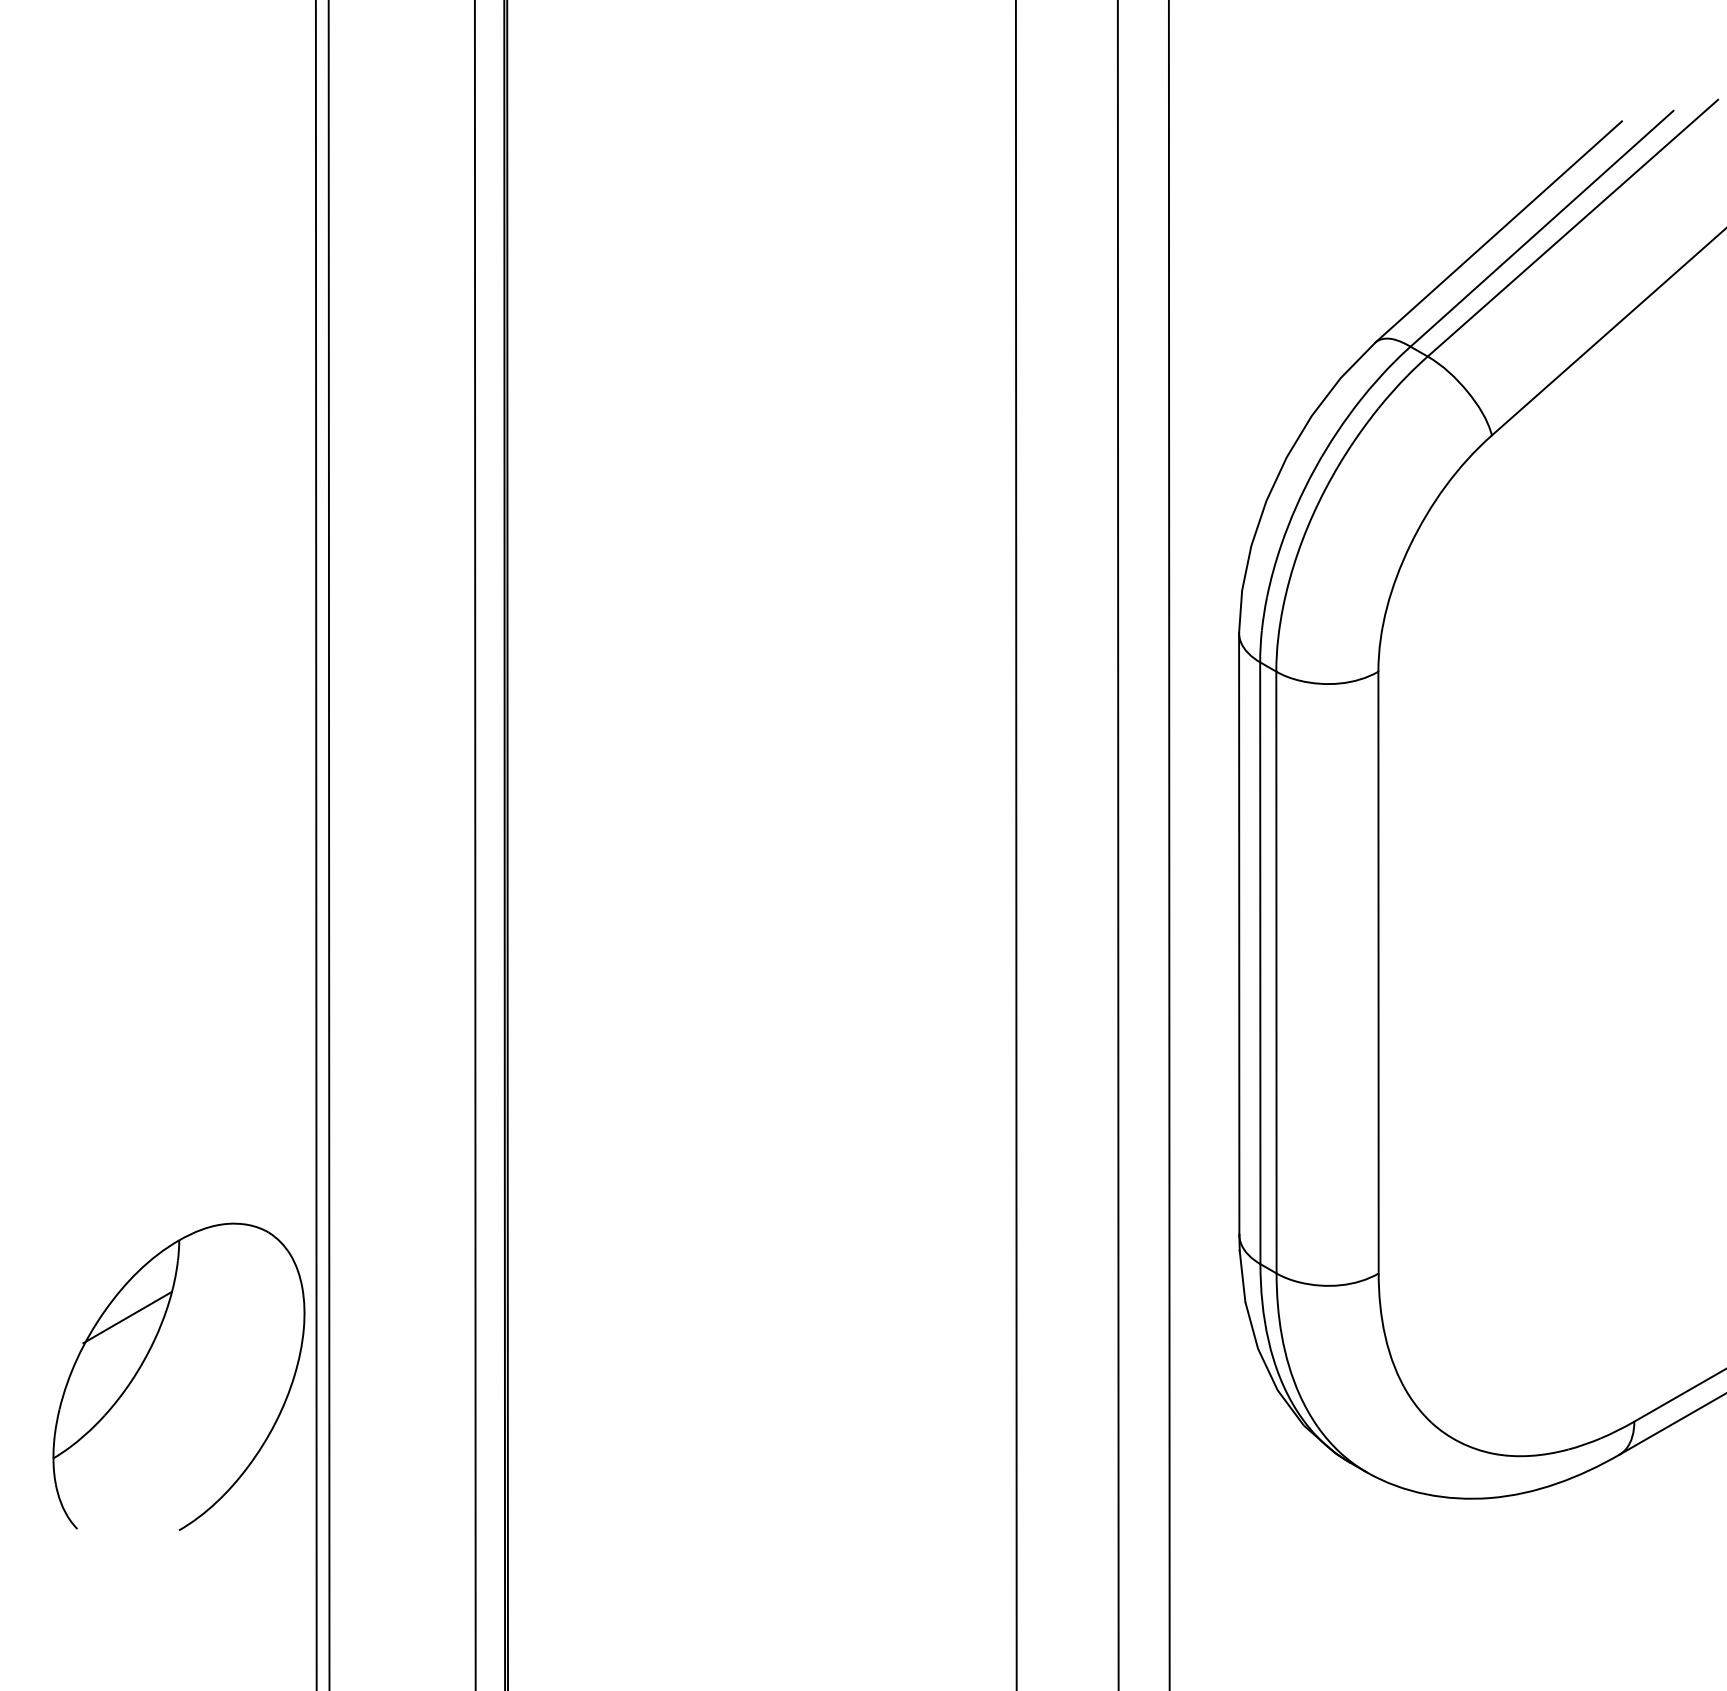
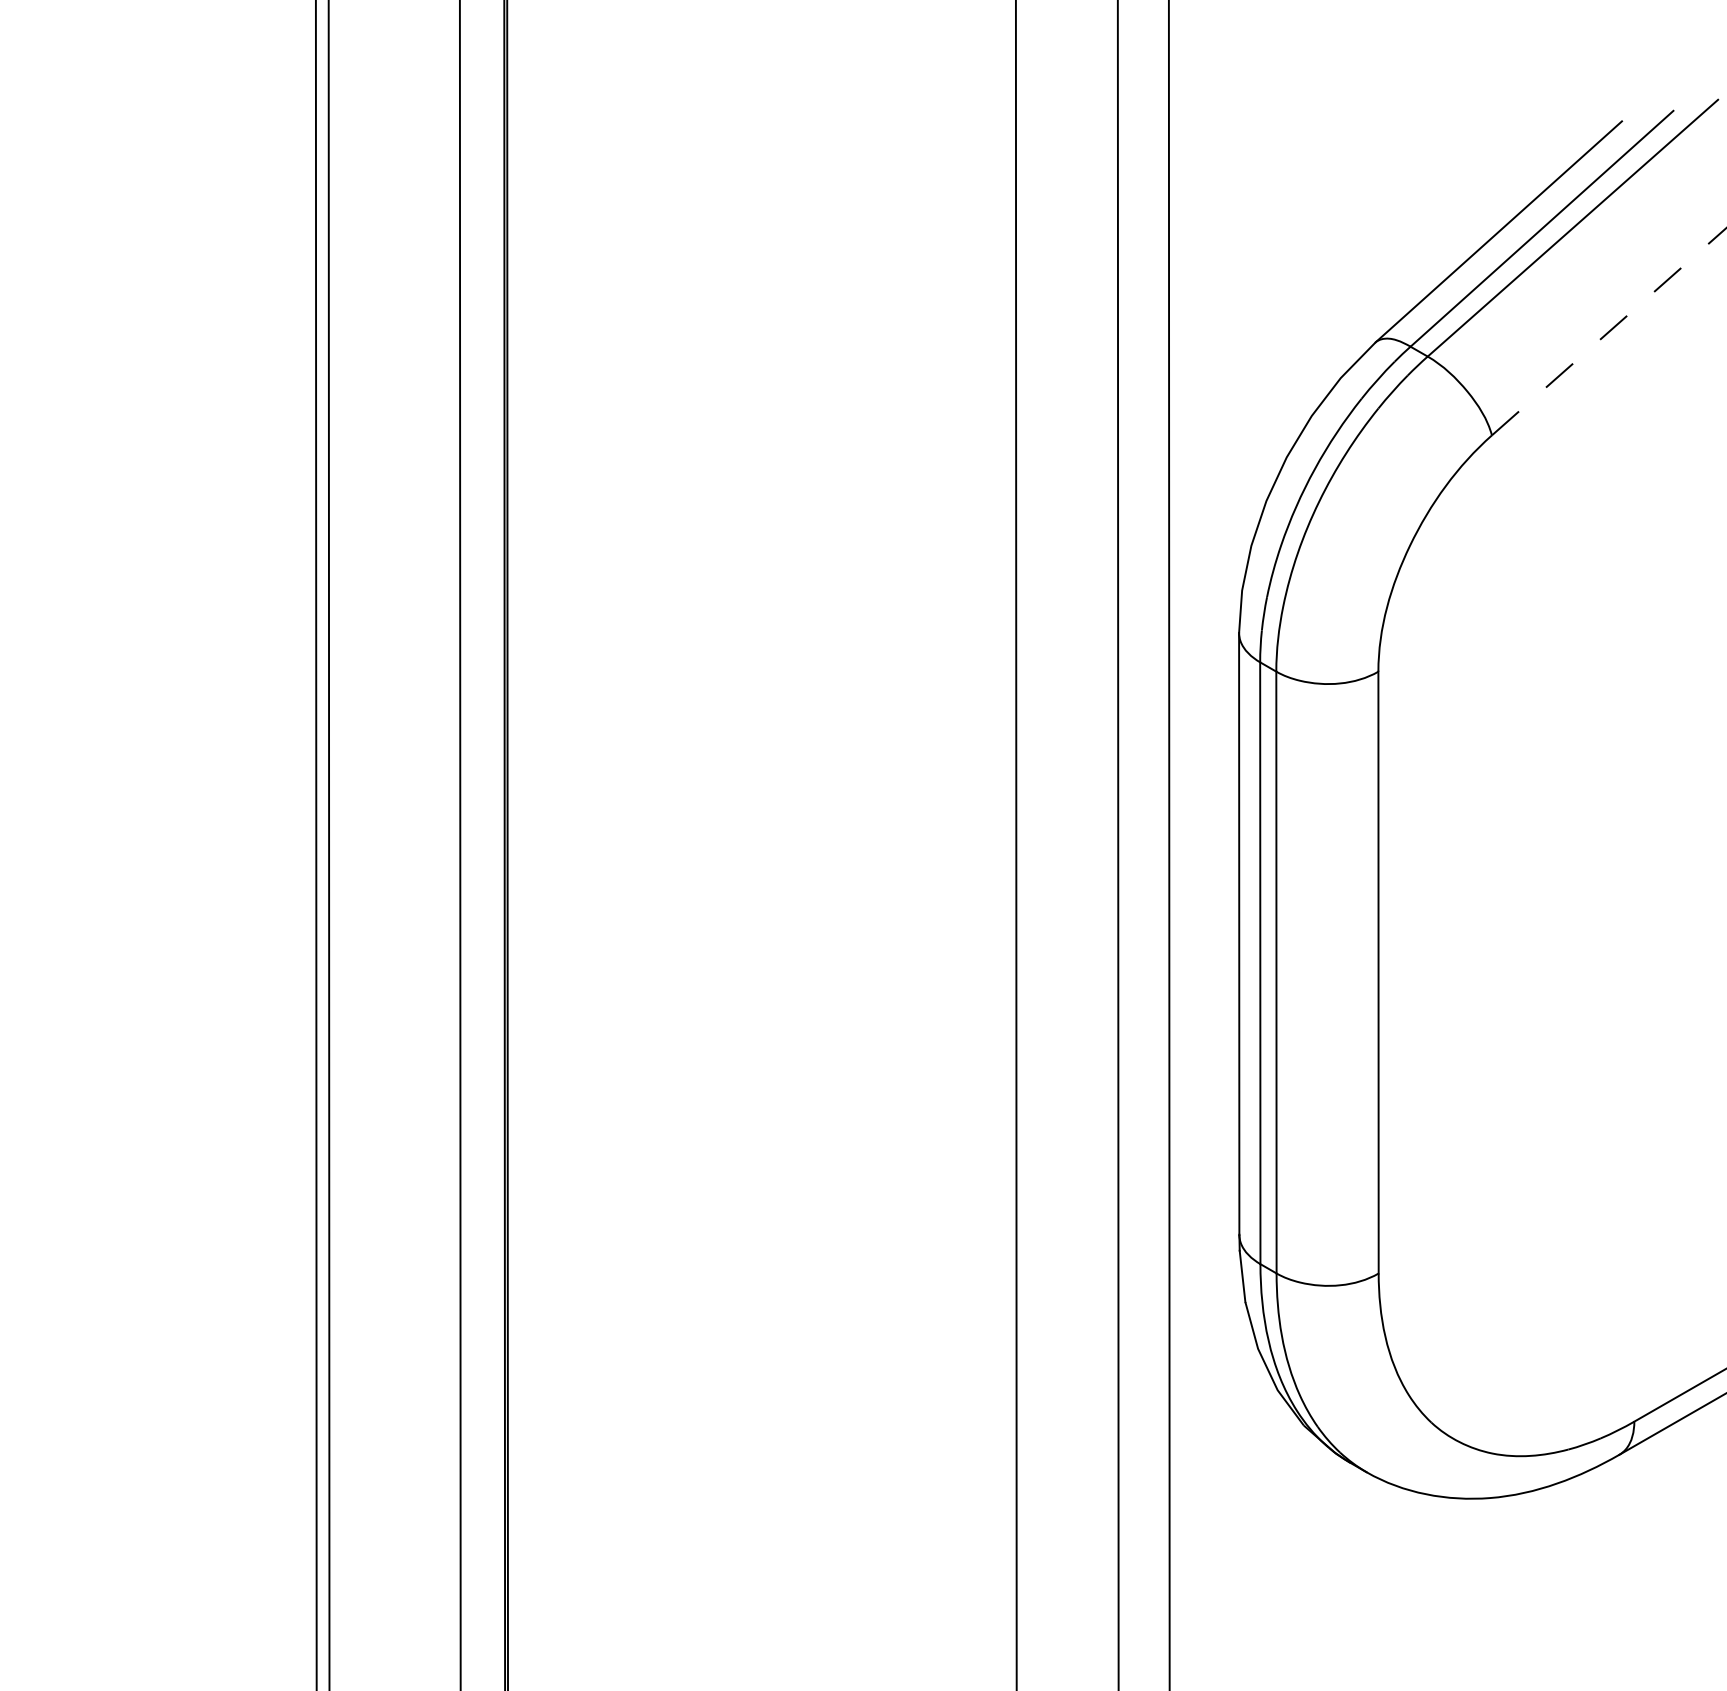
line at (1609, 331): solid -> dashed
line at (474, 844) position: (474, 844) -> (459, 844)
part at (145, 1360): present -> none
